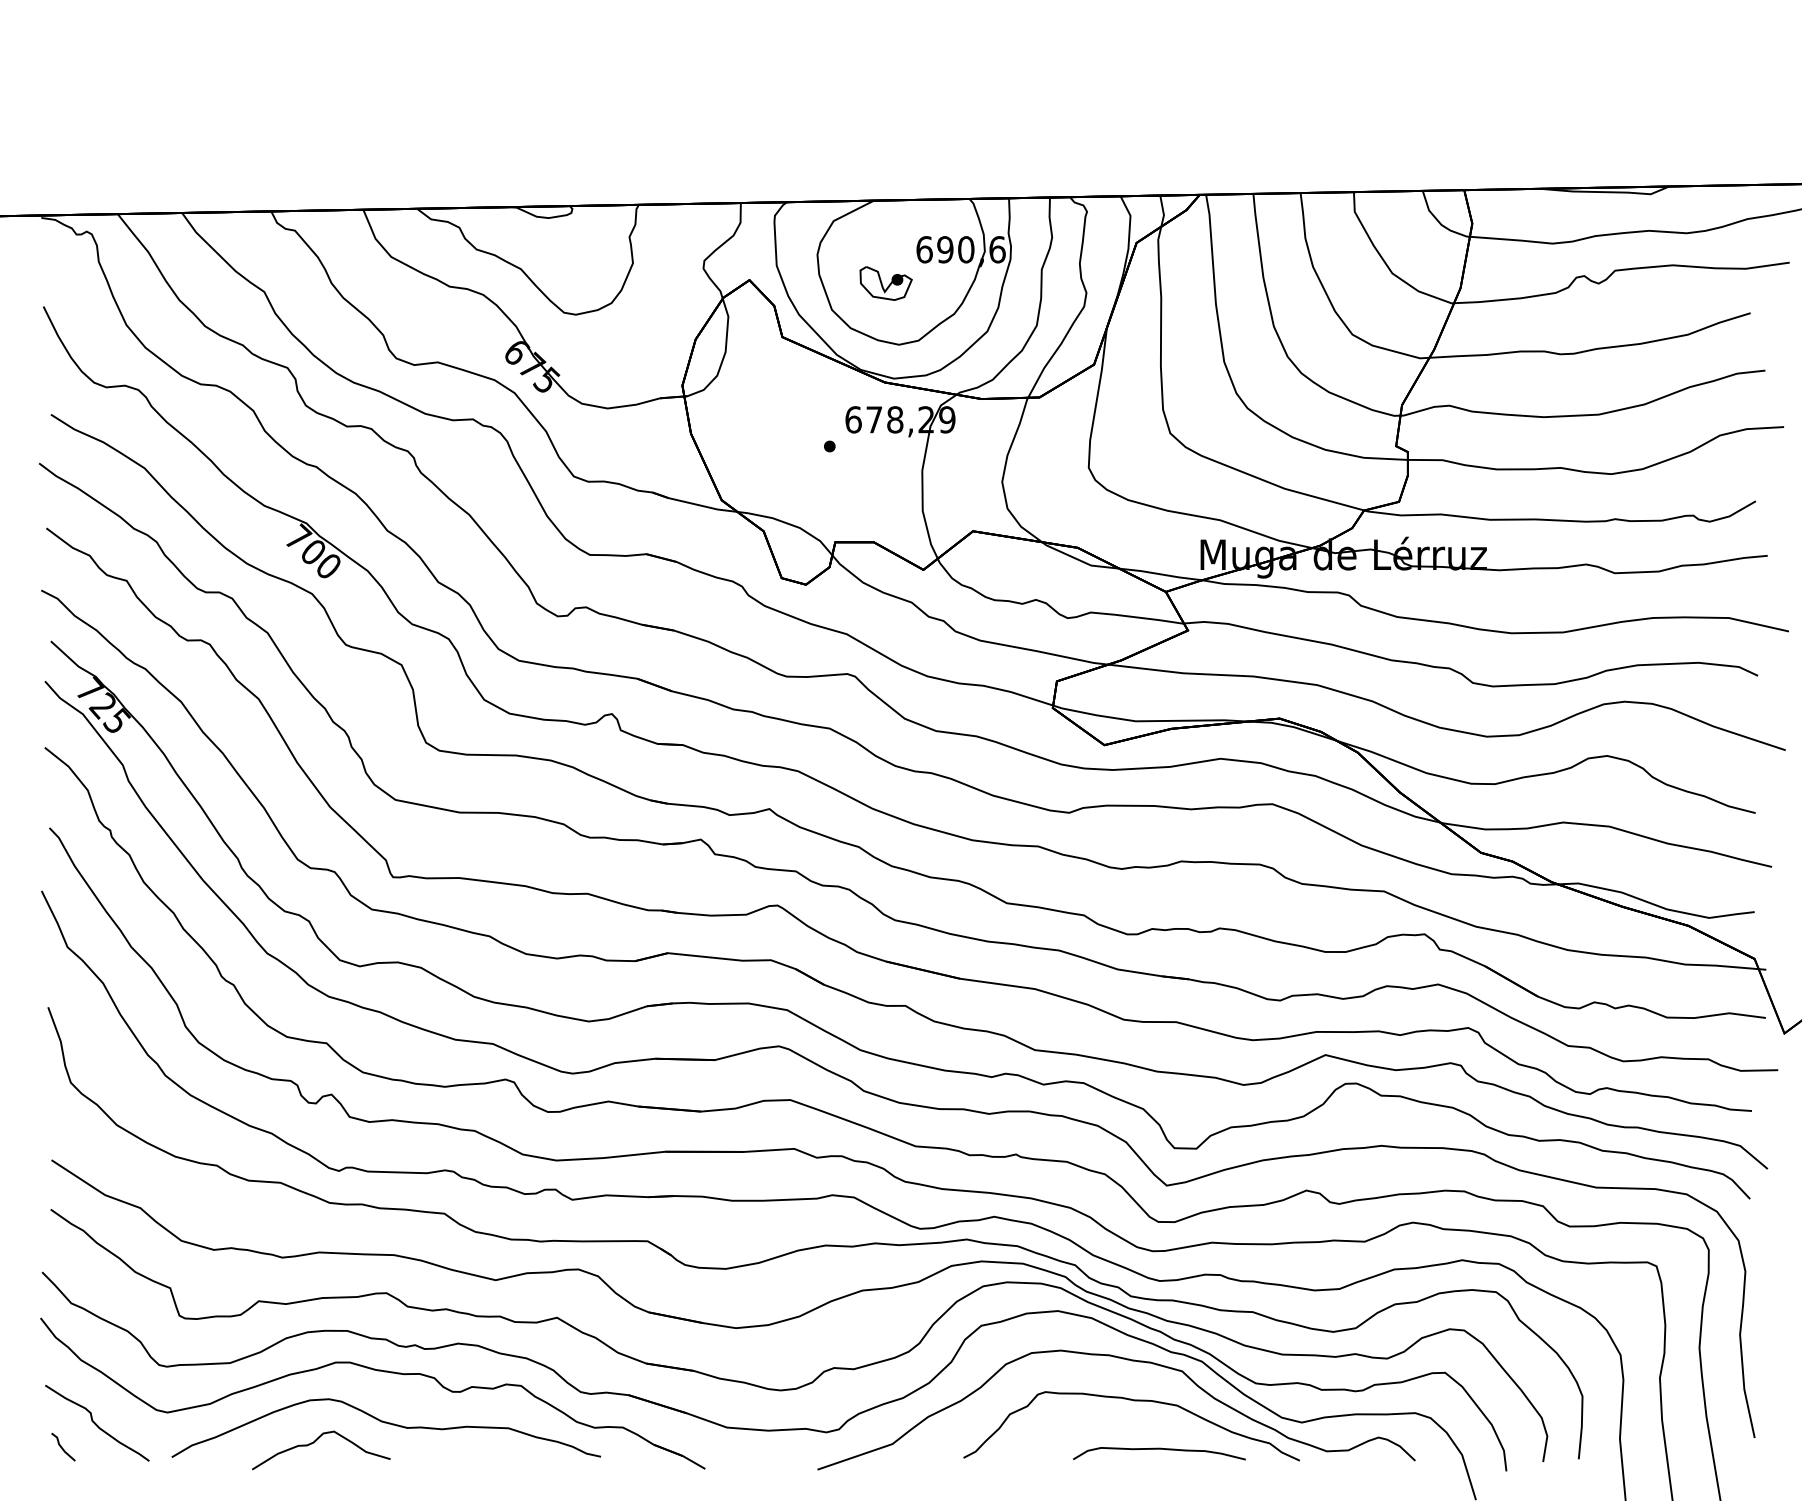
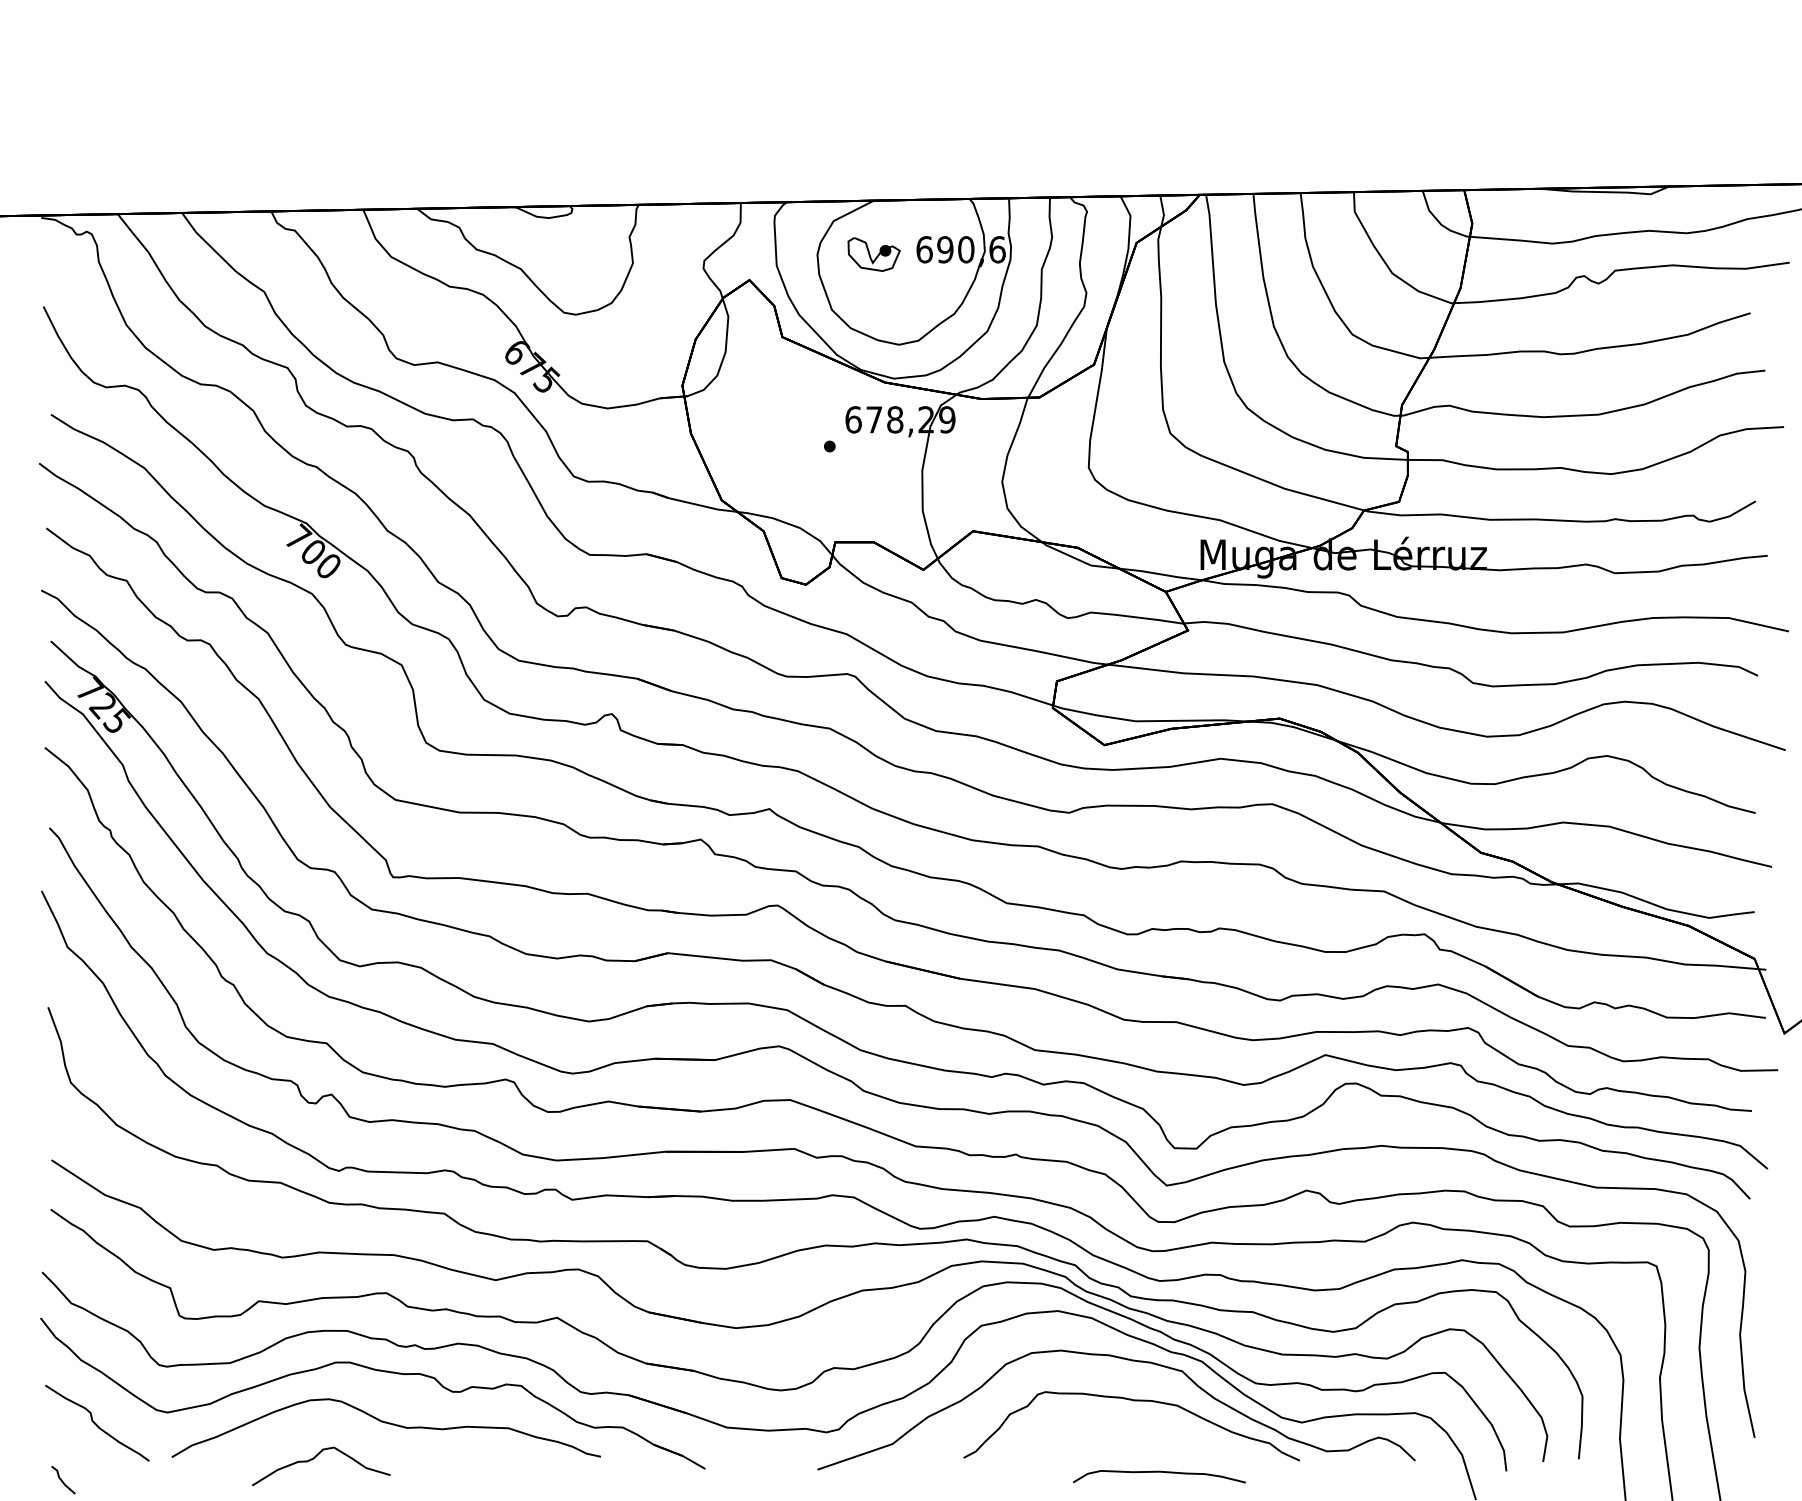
part at (885, 283) position: (885, 283) -> (873, 254)
curve at (315, 1442) position: (315, 1442) -> (315, 1458)
line at (62, 1447) position: (62, 1447) -> (62, 1480)
curve at (1159, 1449) position: (1159, 1449) -> (1159, 1472)
